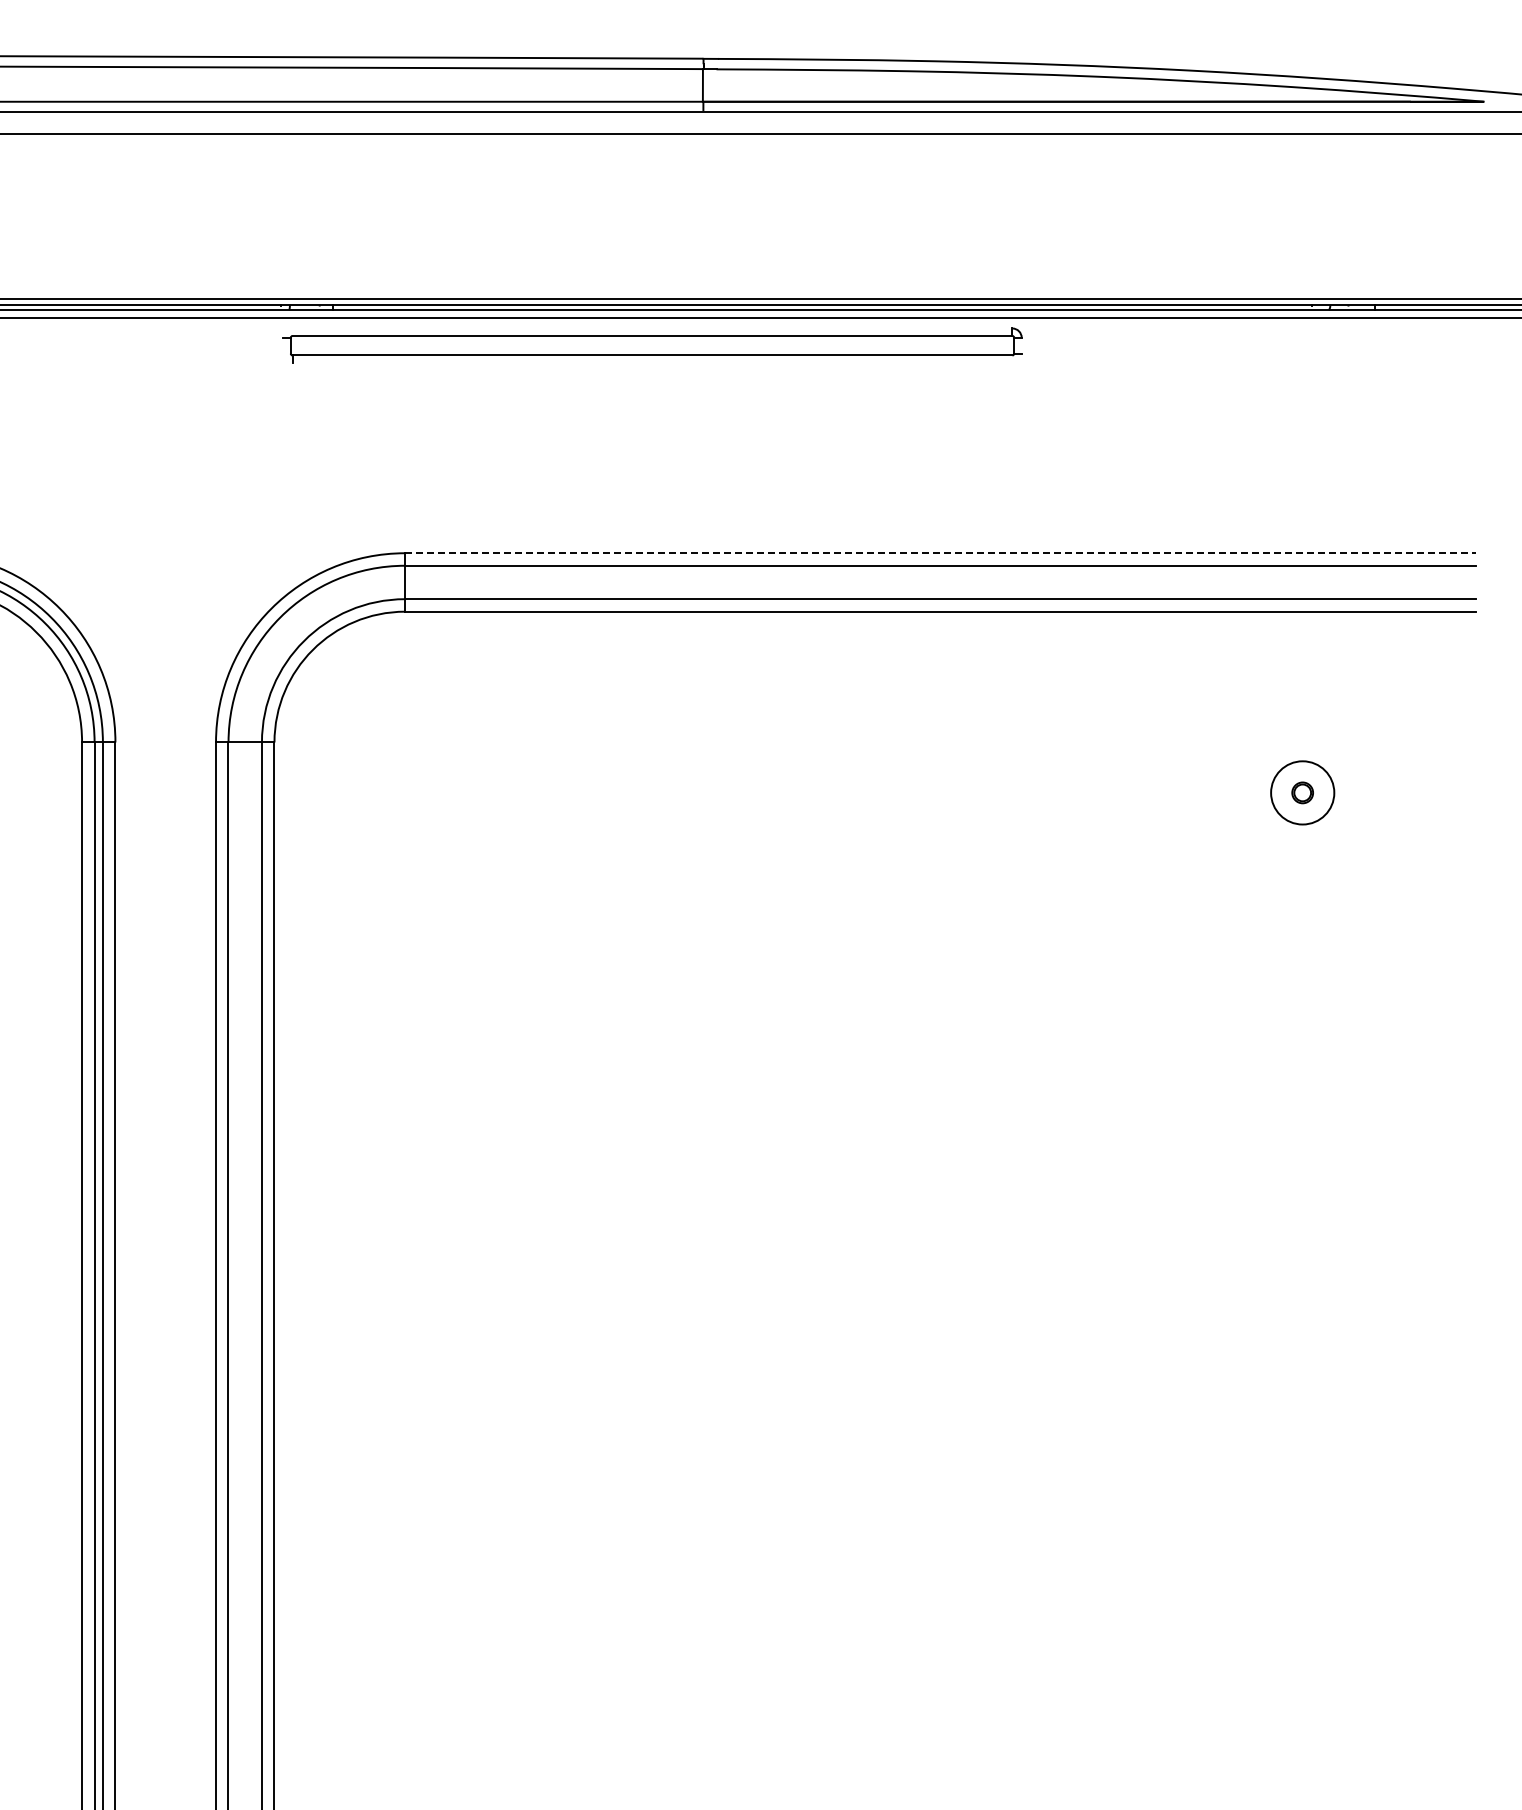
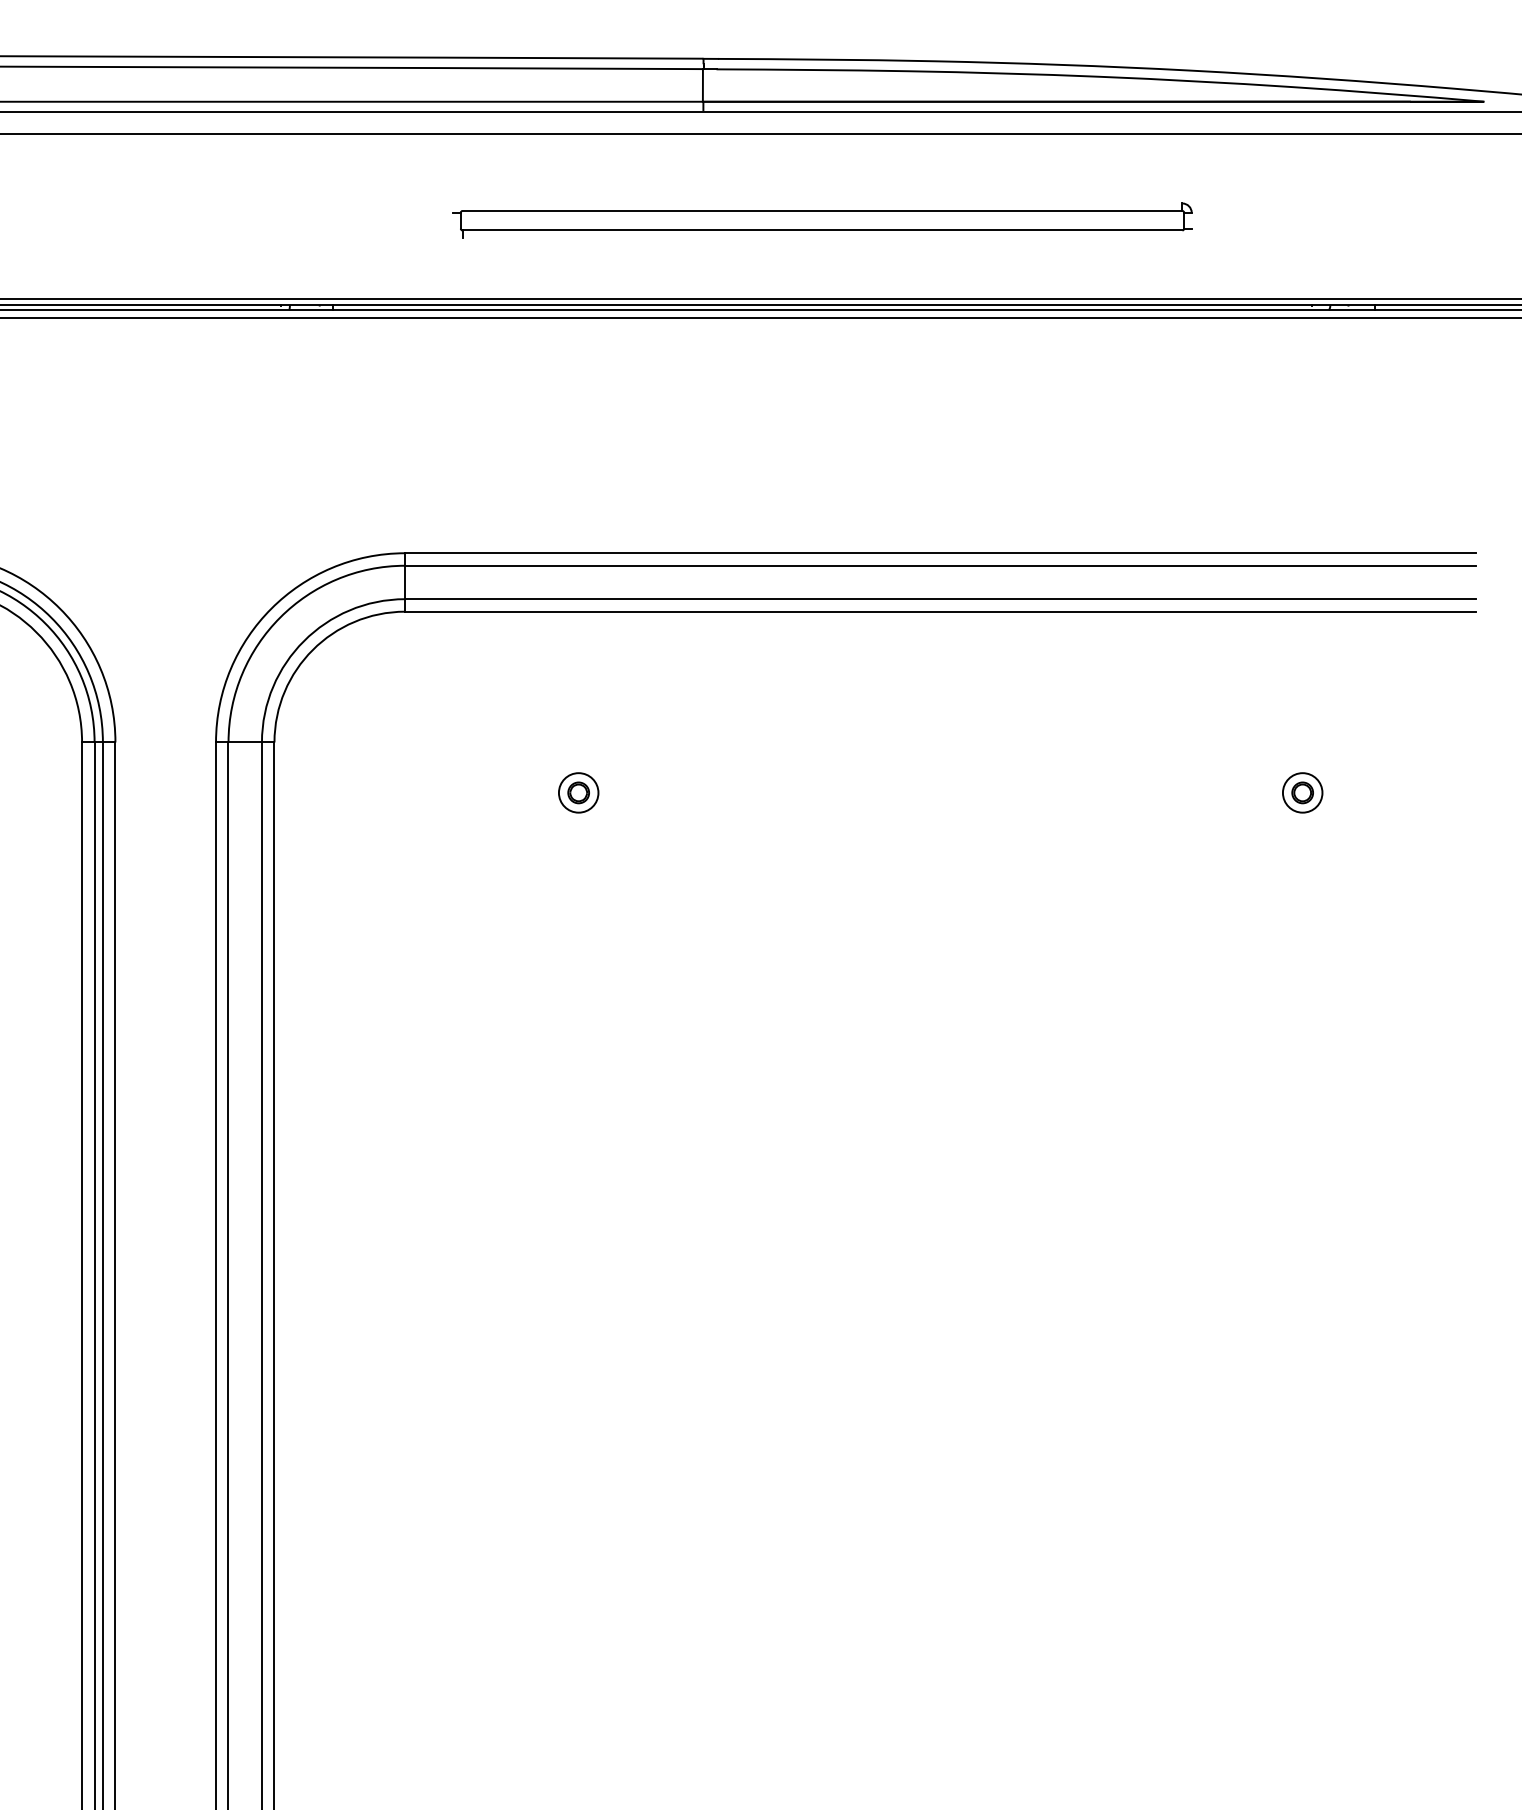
part at (652, 345) position: (652, 345) -> (822, 220)
line at (941, 553): dashed -> solid
part at (578, 792): none -> present
circle at (1302, 792) diameter: 63 px -> 40 px
